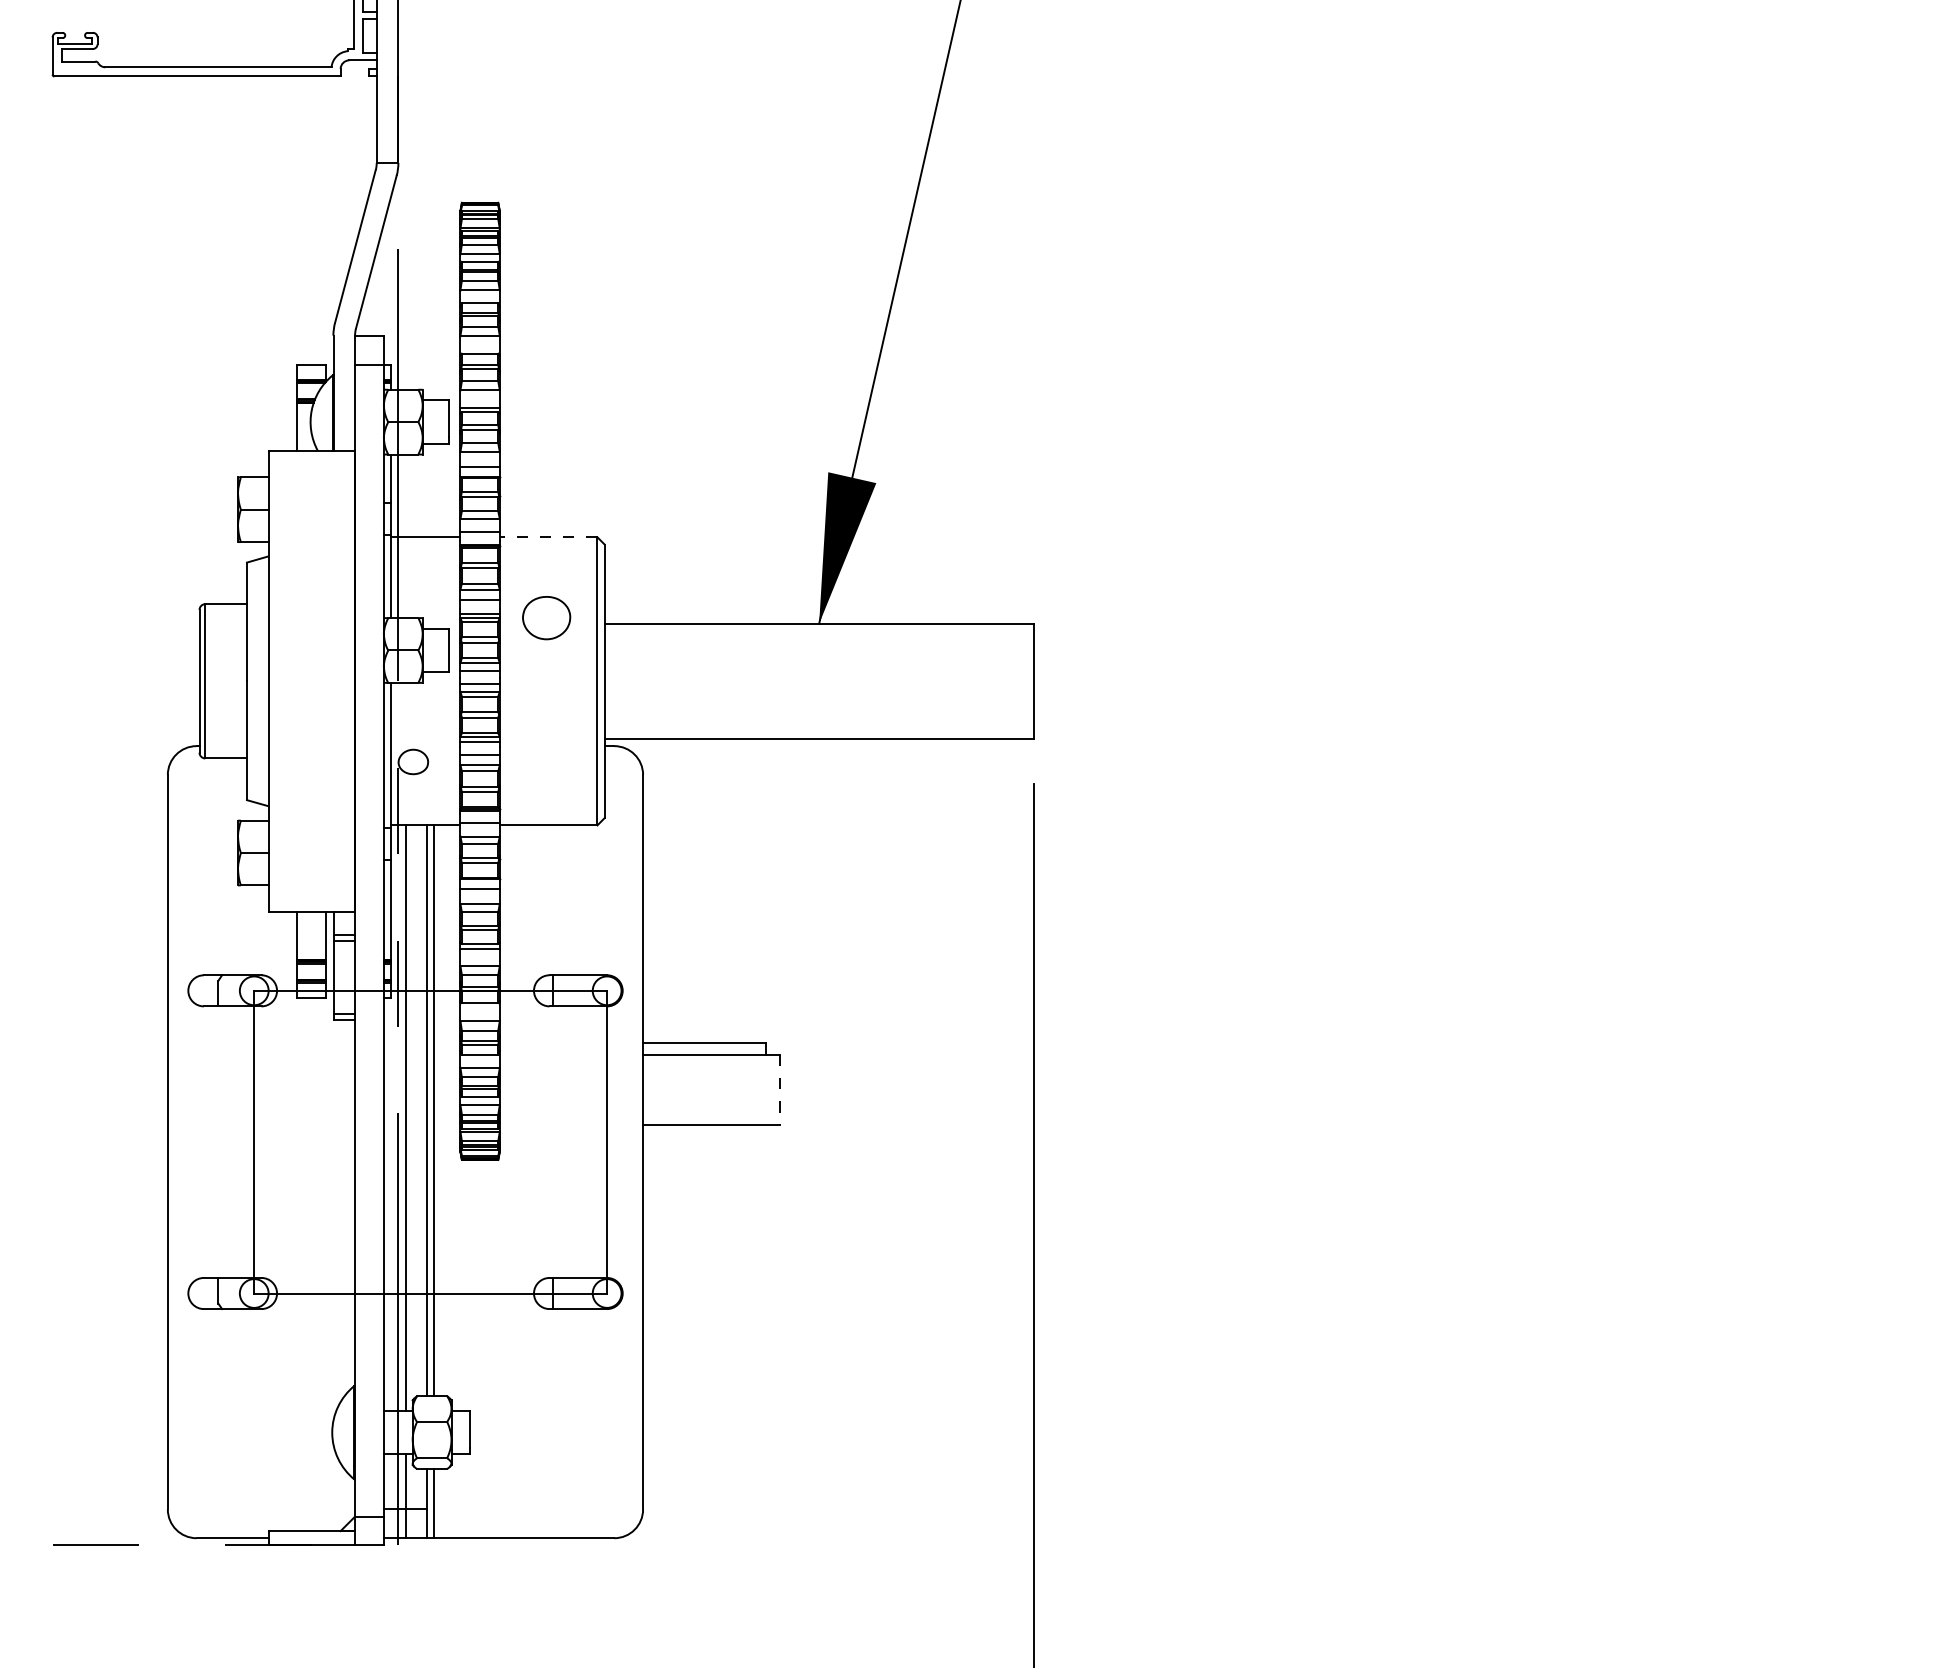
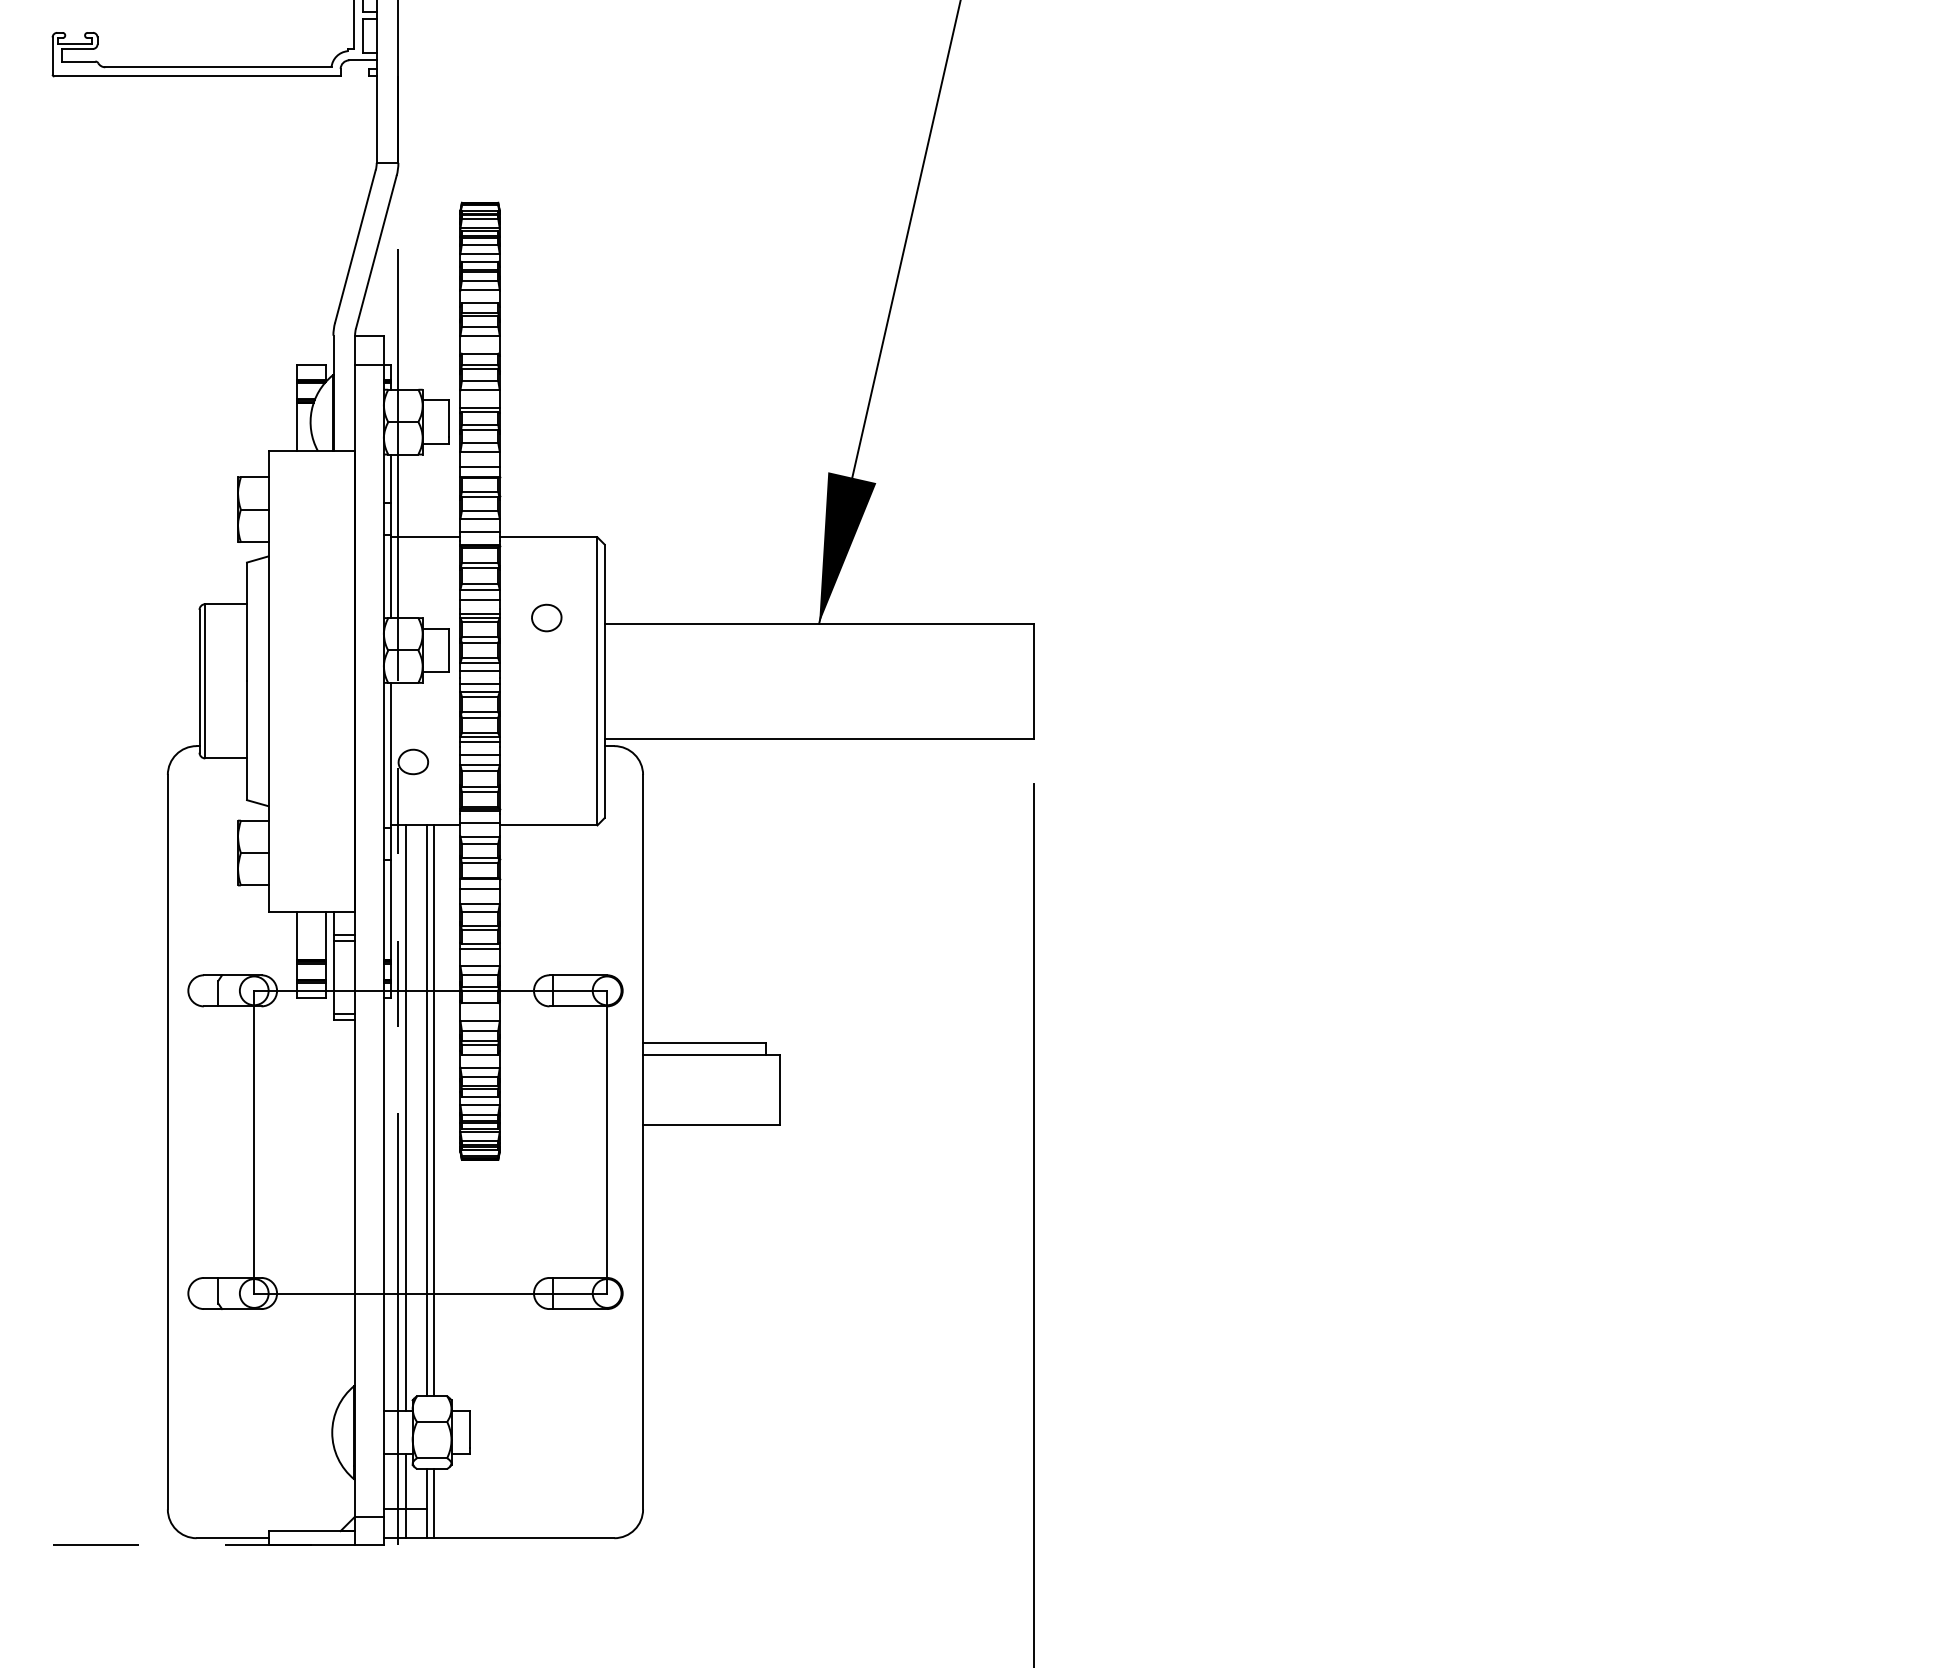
line at (548, 537): dashed -> solid
part at (546, 618) size: 50x45 px -> 32x30 px
line at (780, 1090): dashed -> solid
